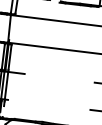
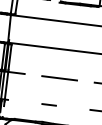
line at (59, 78): none -> present
line at (48, 104): none -> present
